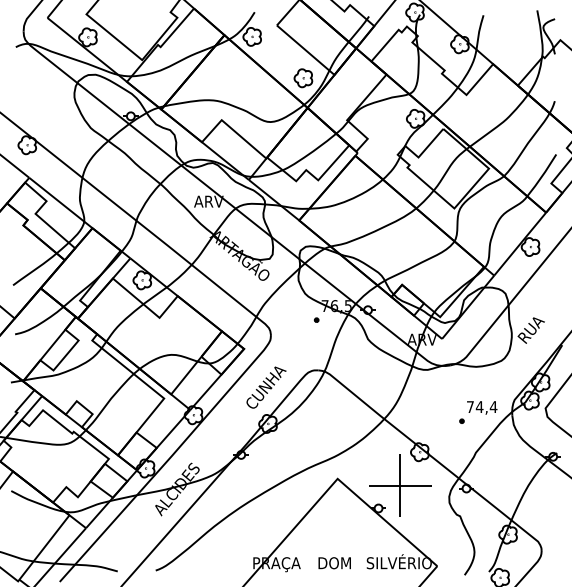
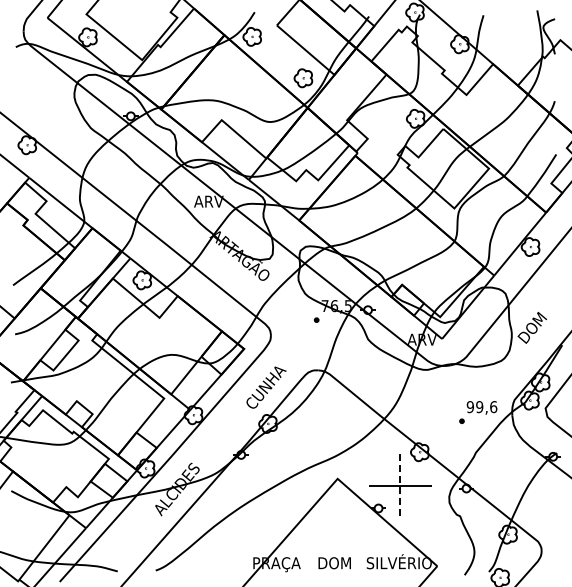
text at (534, 326): RUA -> DOM
text at (481, 407): 74,4 -> 99,6
line at (400, 485): solid -> dashed
